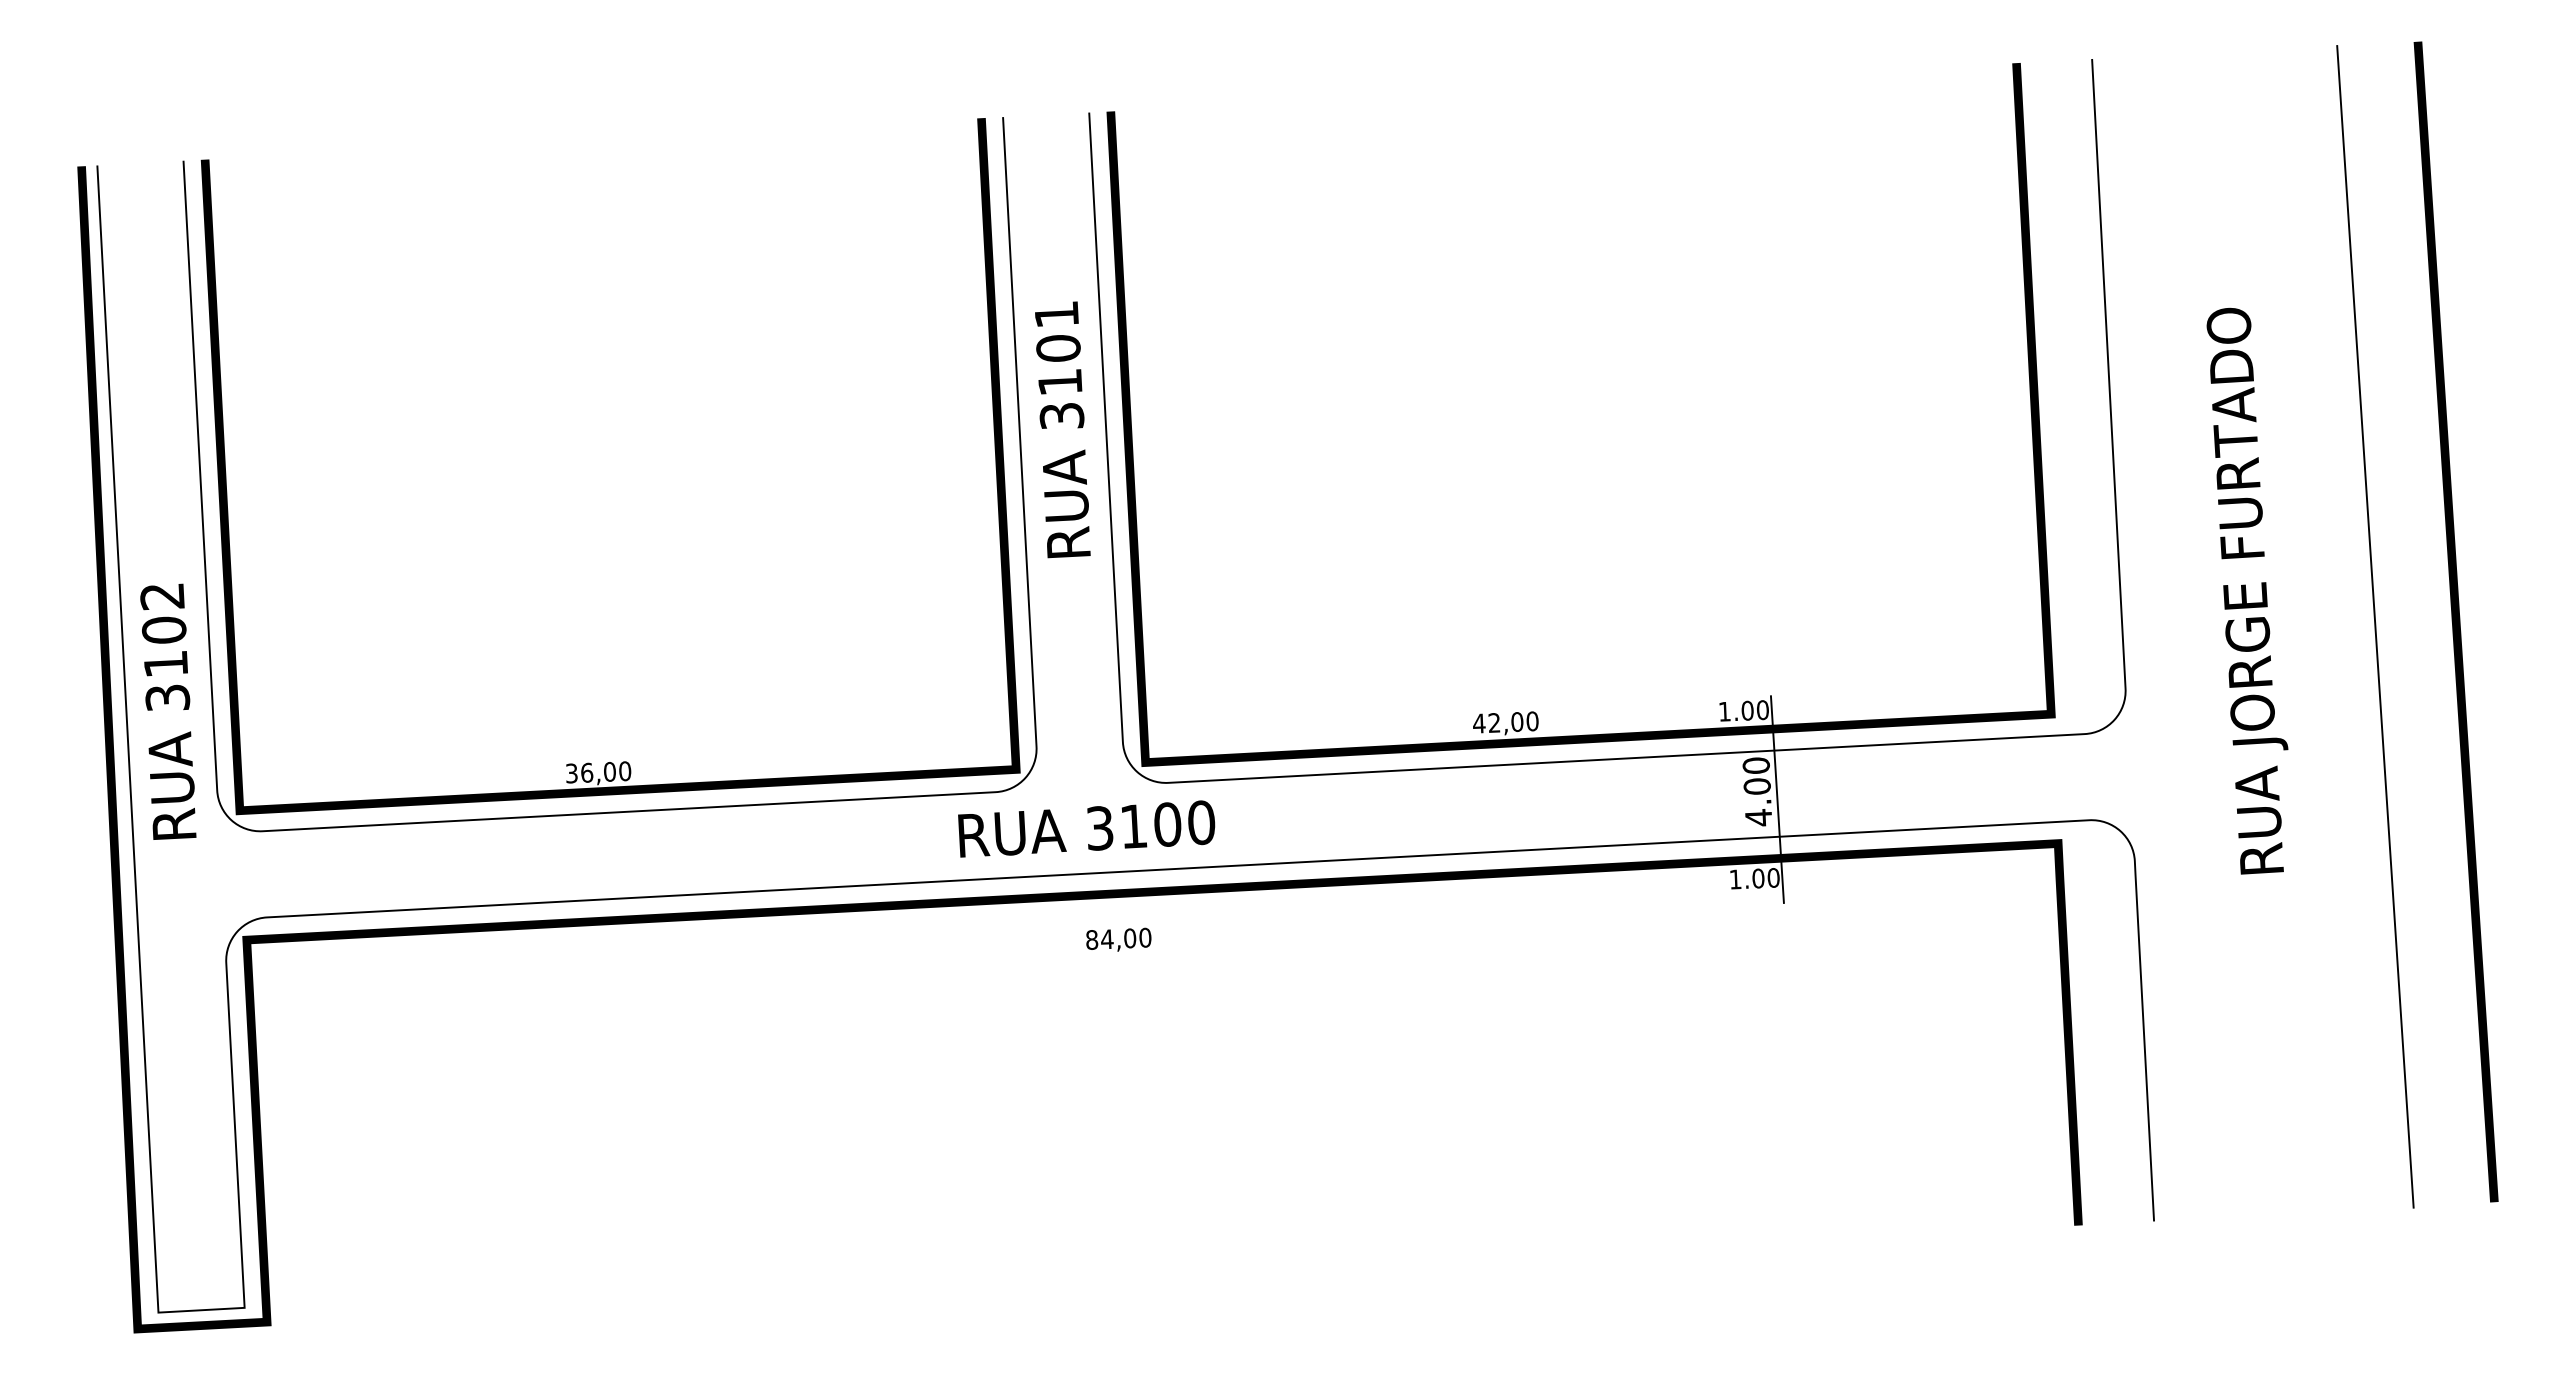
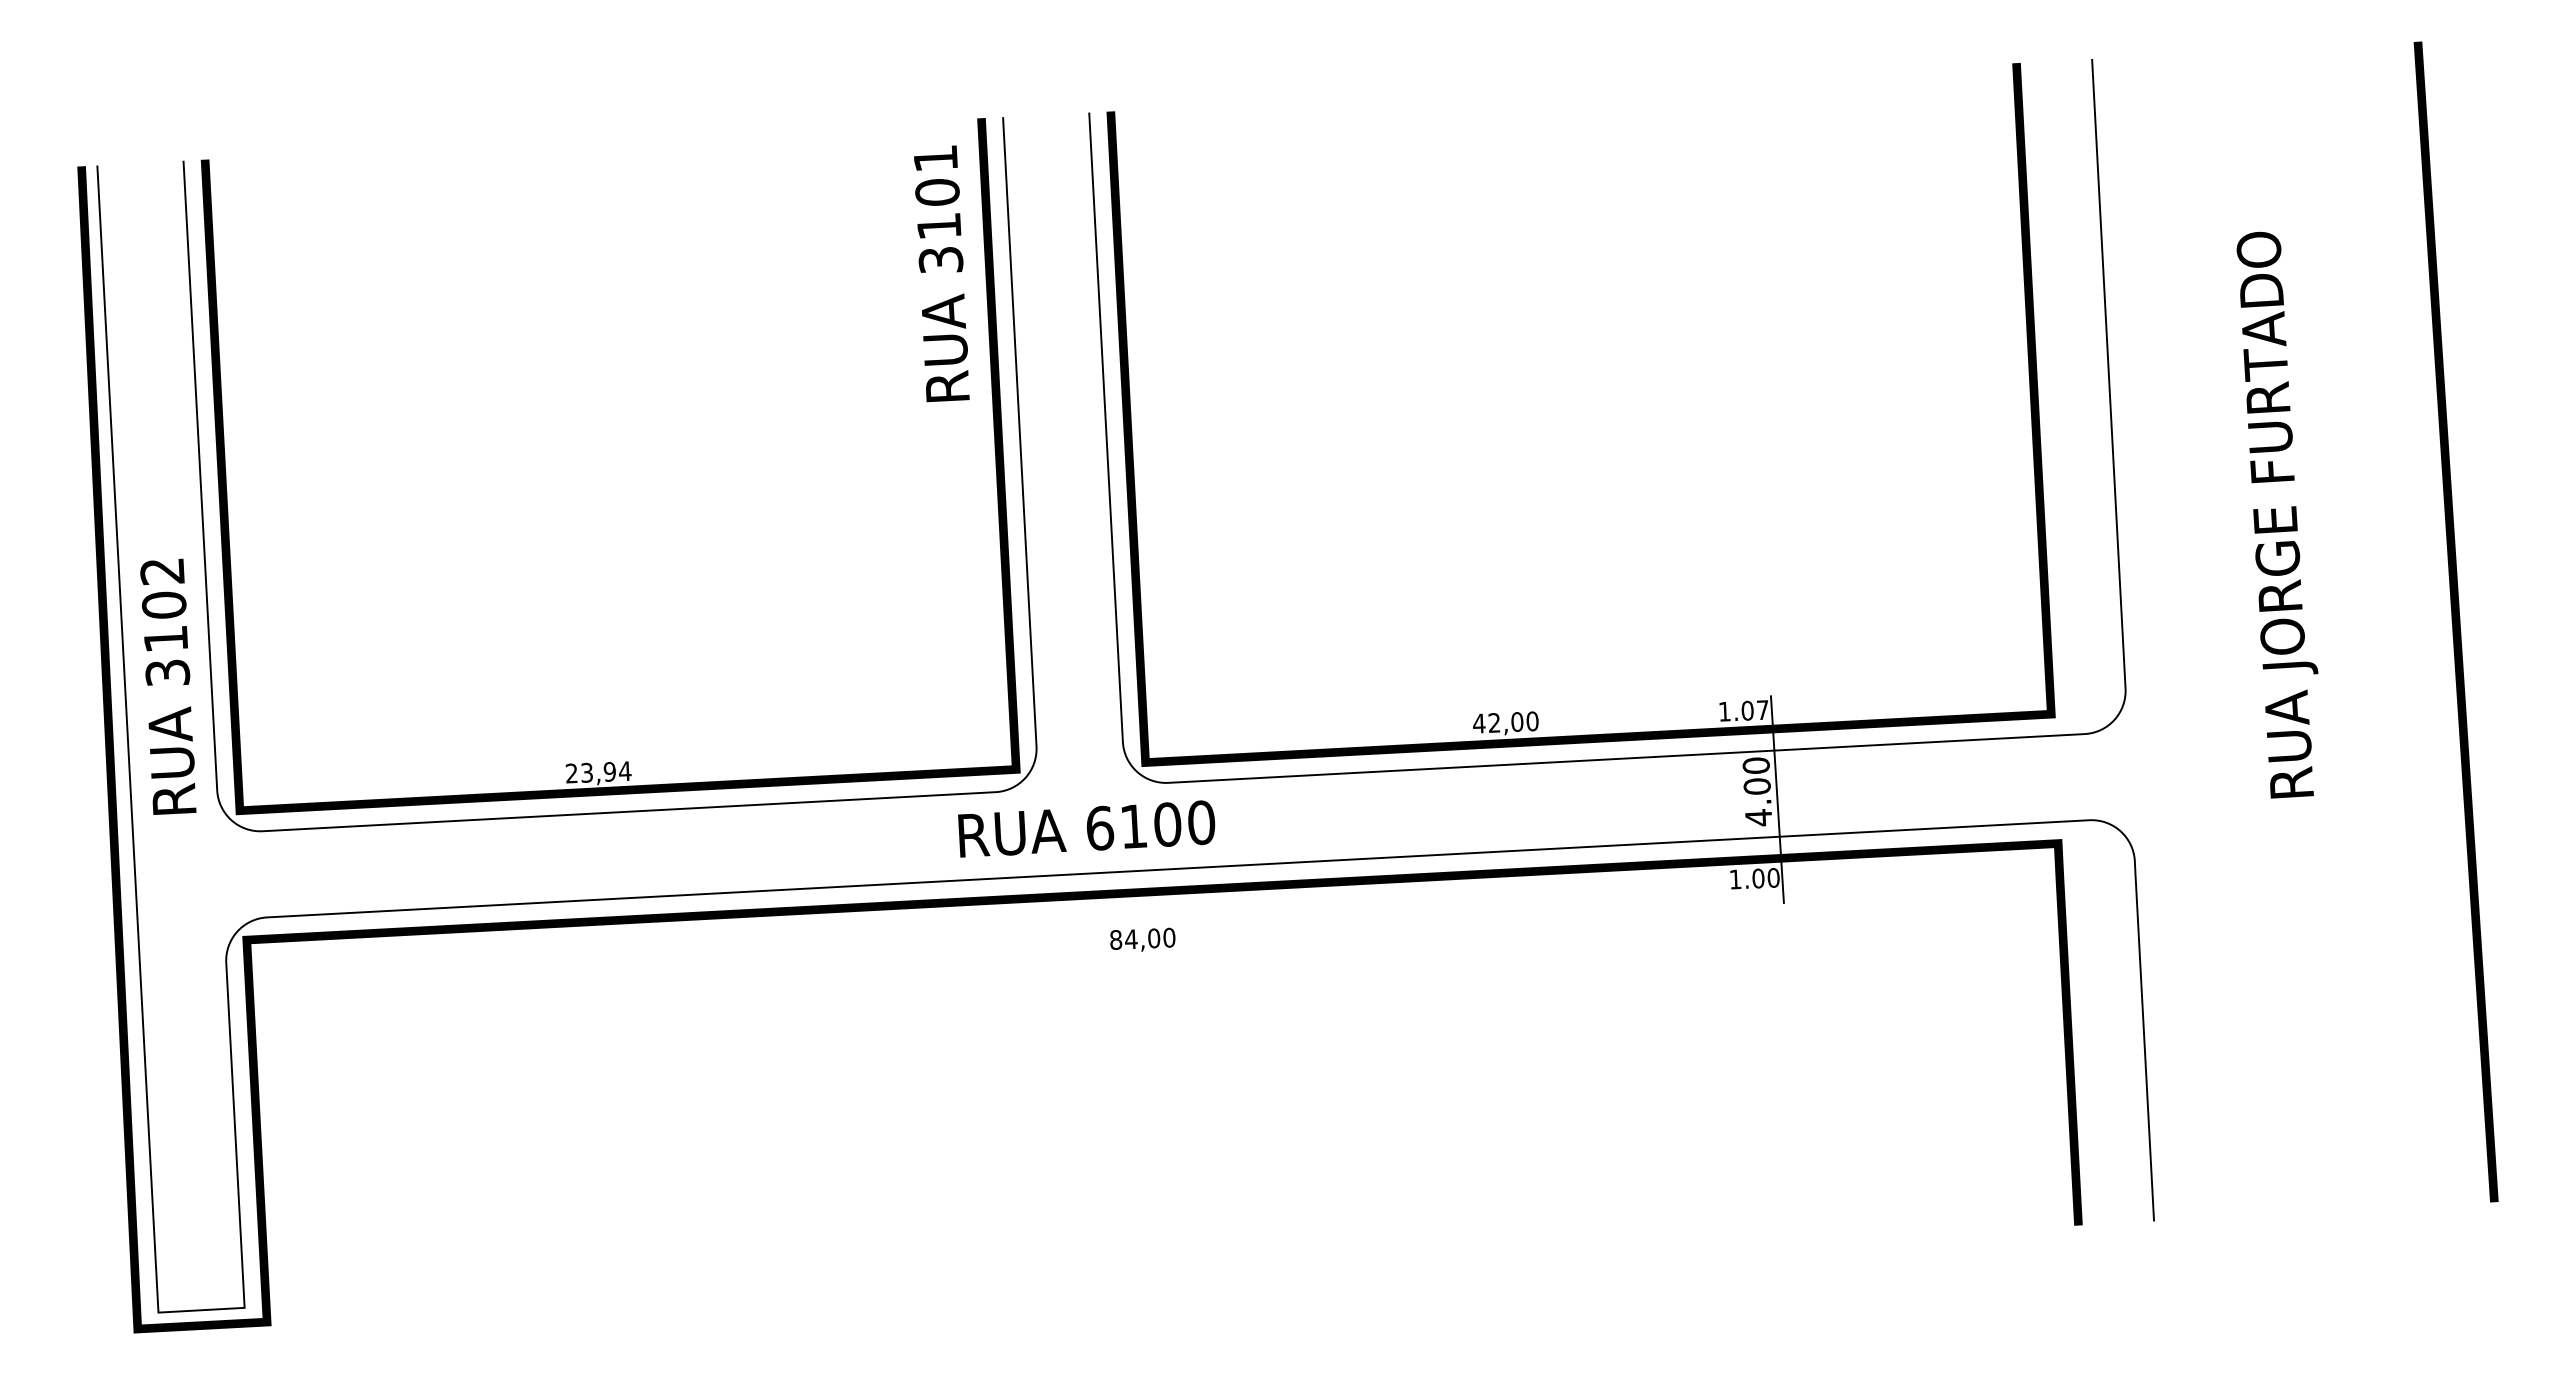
text at (1062, 429) position: (1062, 429) -> (941, 273)
text at (2247, 590) position: (2247, 590) -> (2277, 514)
line at (2375, 626): present -> none
text at (1762, 710): 1.00 -> 1.07
text at (168, 711) position: (168, 711) -> (168, 686)
text at (598, 772): 36,00 -> 23,94
text at (1100, 827): 3100 -> 6100
text at (1118, 939) position: (1118, 939) -> (1142, 939)
